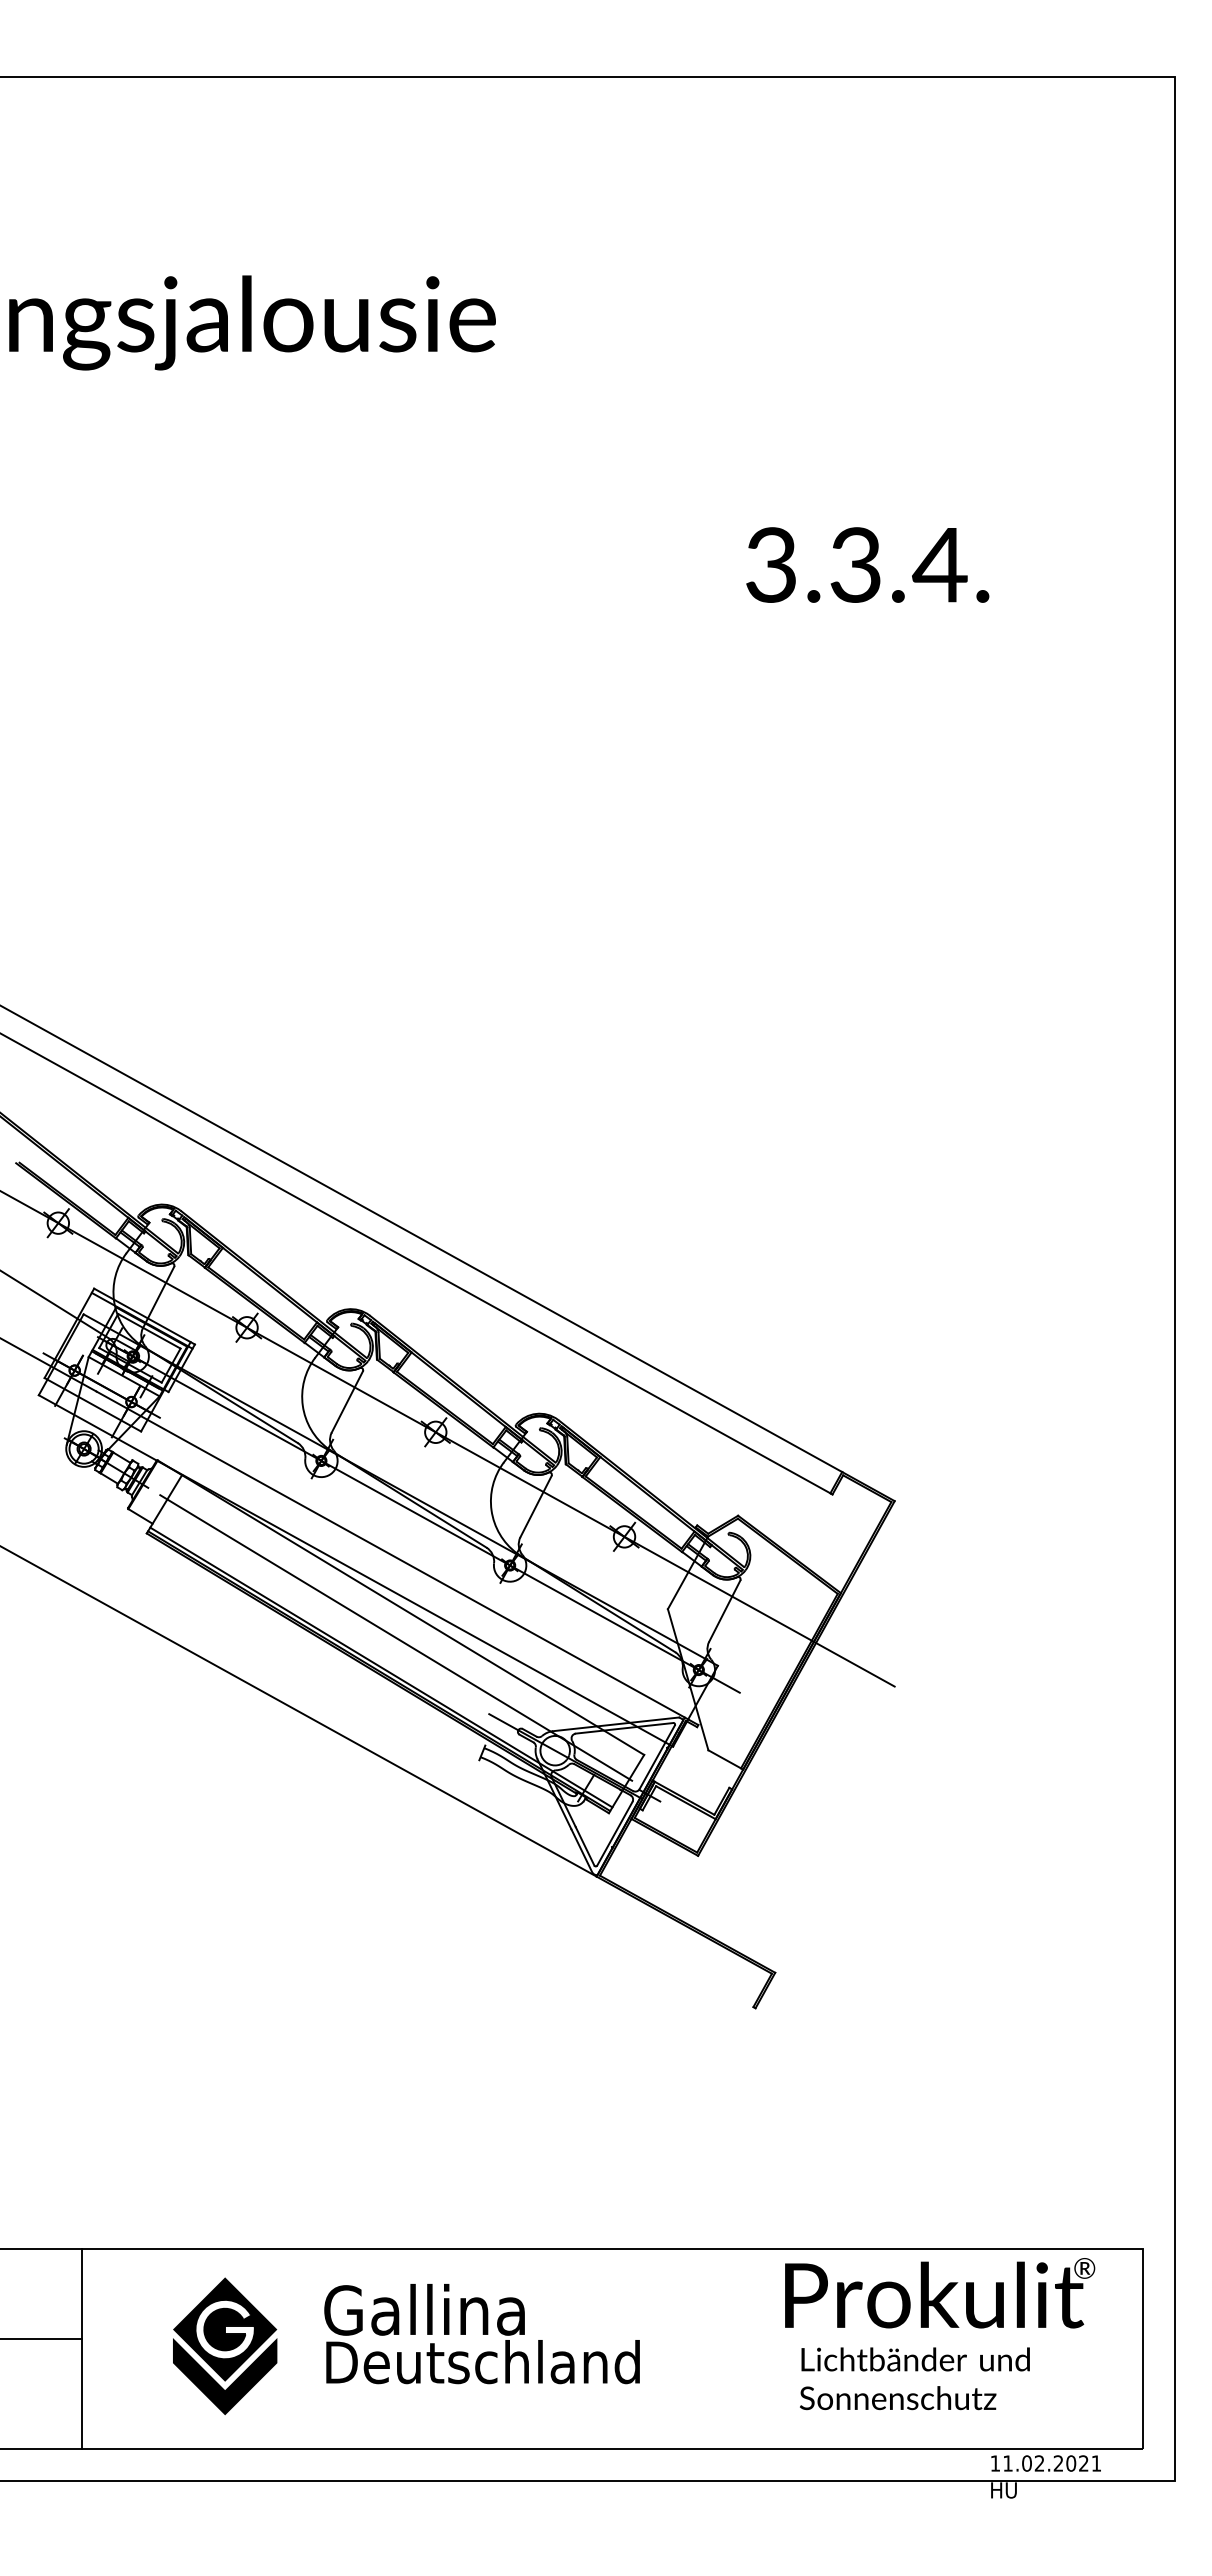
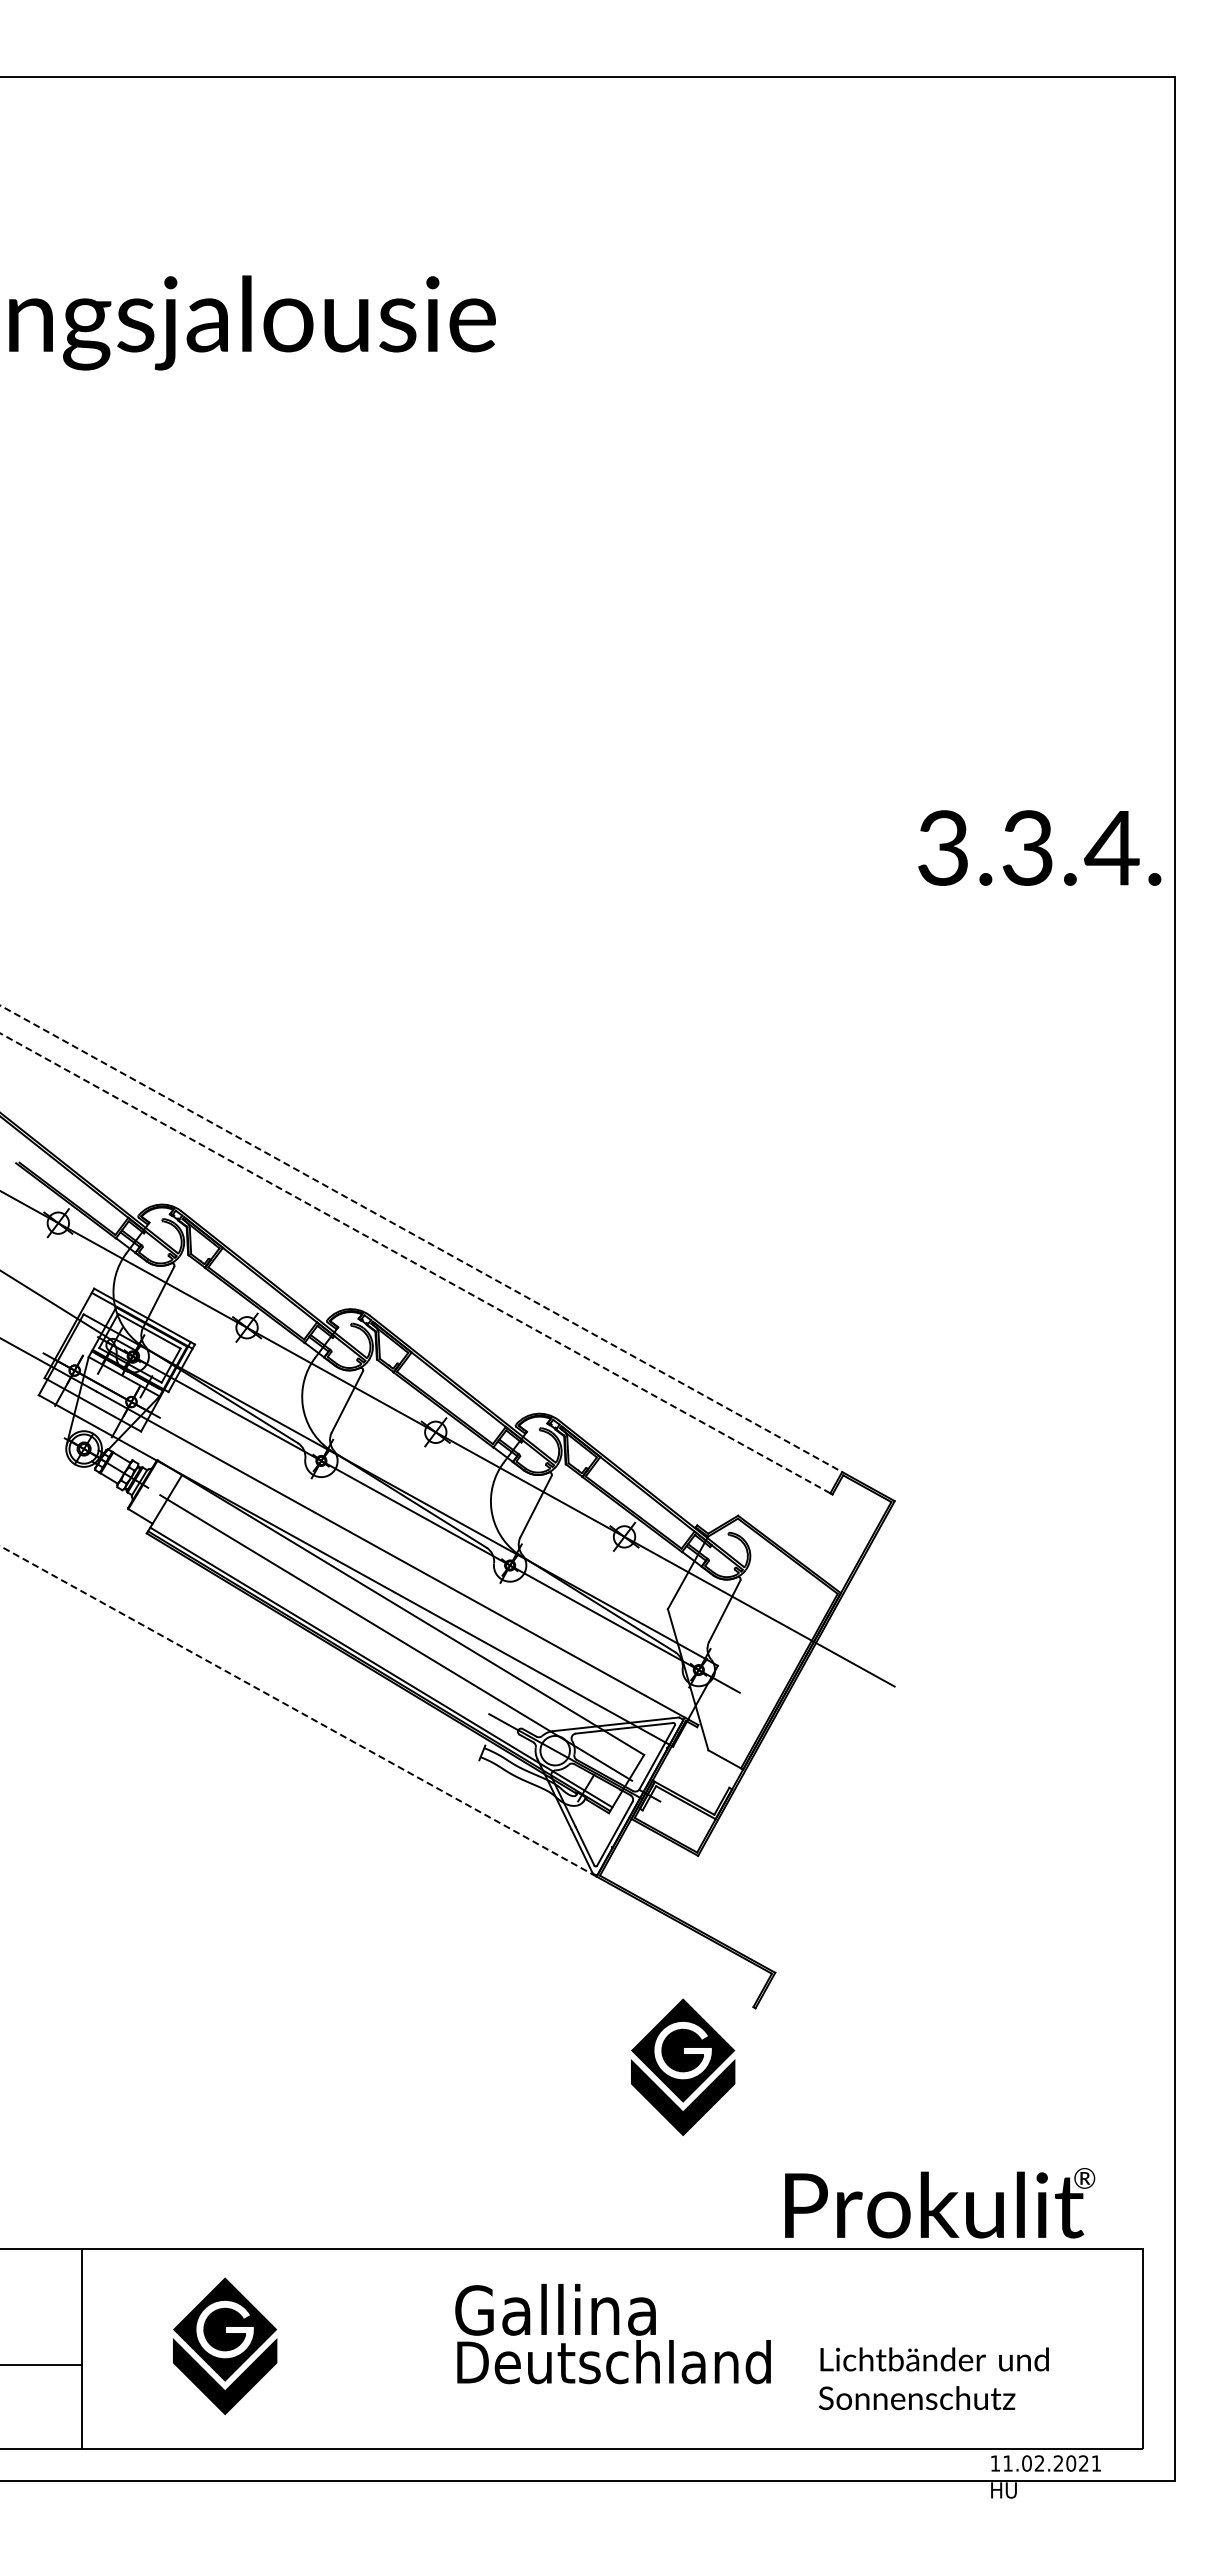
text at (867, 564) position: (867, 564) -> (1039, 847)
line at (421, 1238): solid -> dashed
line at (415, 1263): solid -> dashed
line at (298, 1711): solid -> dashed
part at (683, 2067): none -> present
text at (940, 2293) position: (940, 2293) -> (940, 2203)
text at (481, 2334) position: (481, 2334) -> (612, 2334)
line at (41, 2338) position: (41, 2338) -> (41, 2364)
text at (914, 2378) position: (914, 2378) -> (933, 2378)
